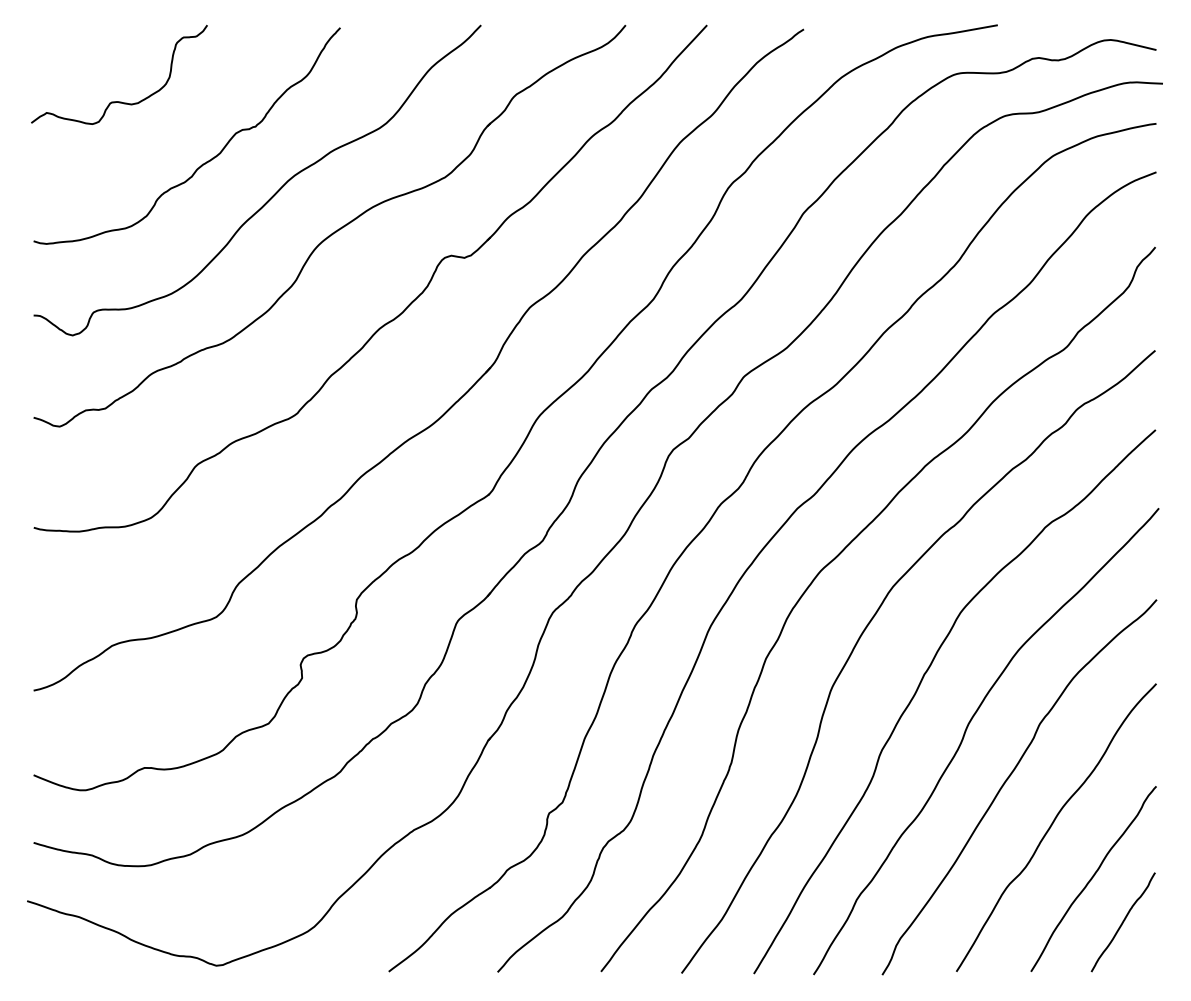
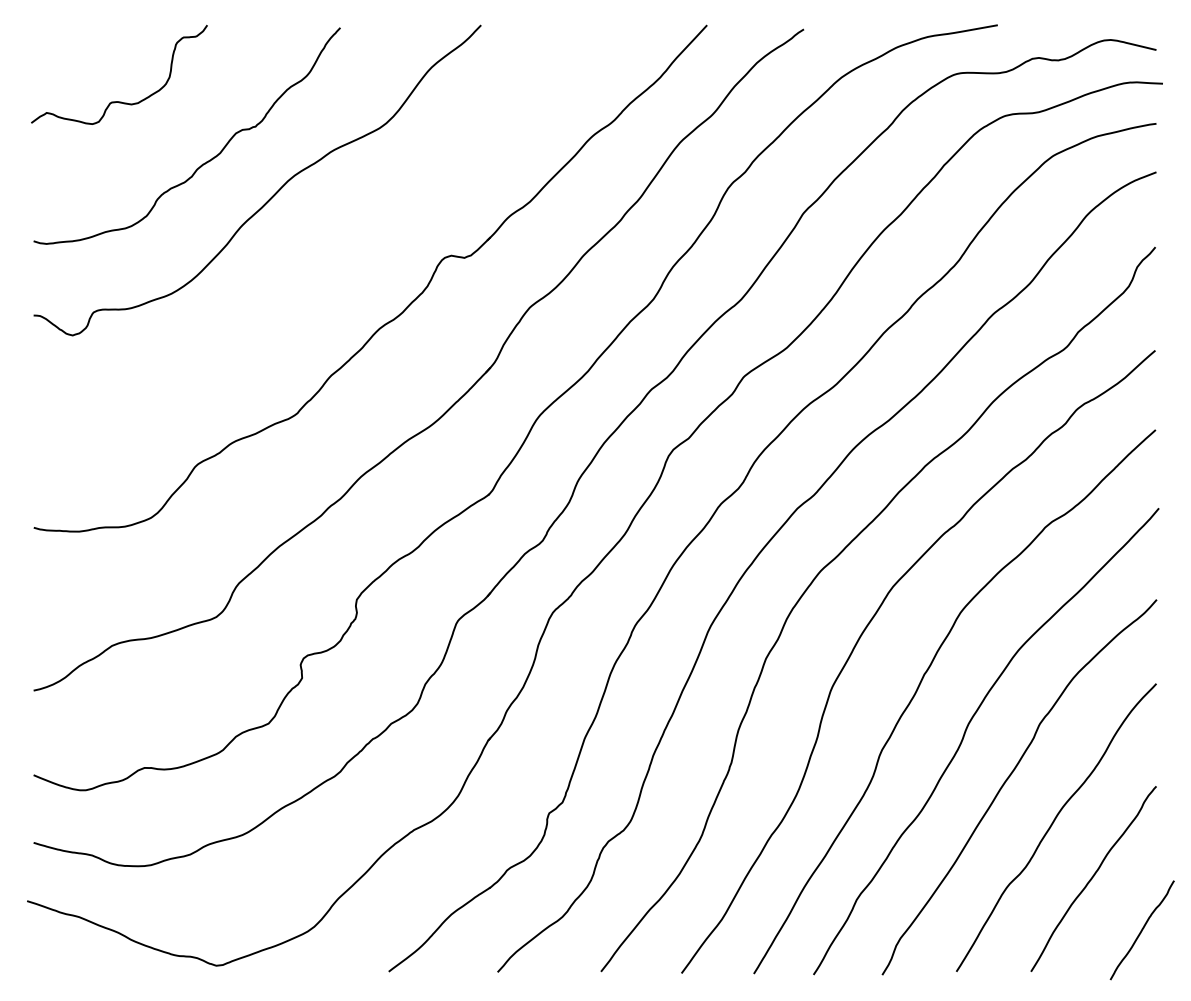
part at (332, 232): present -> none
curve at (1122, 922) position: (1122, 922) -> (1141, 930)
